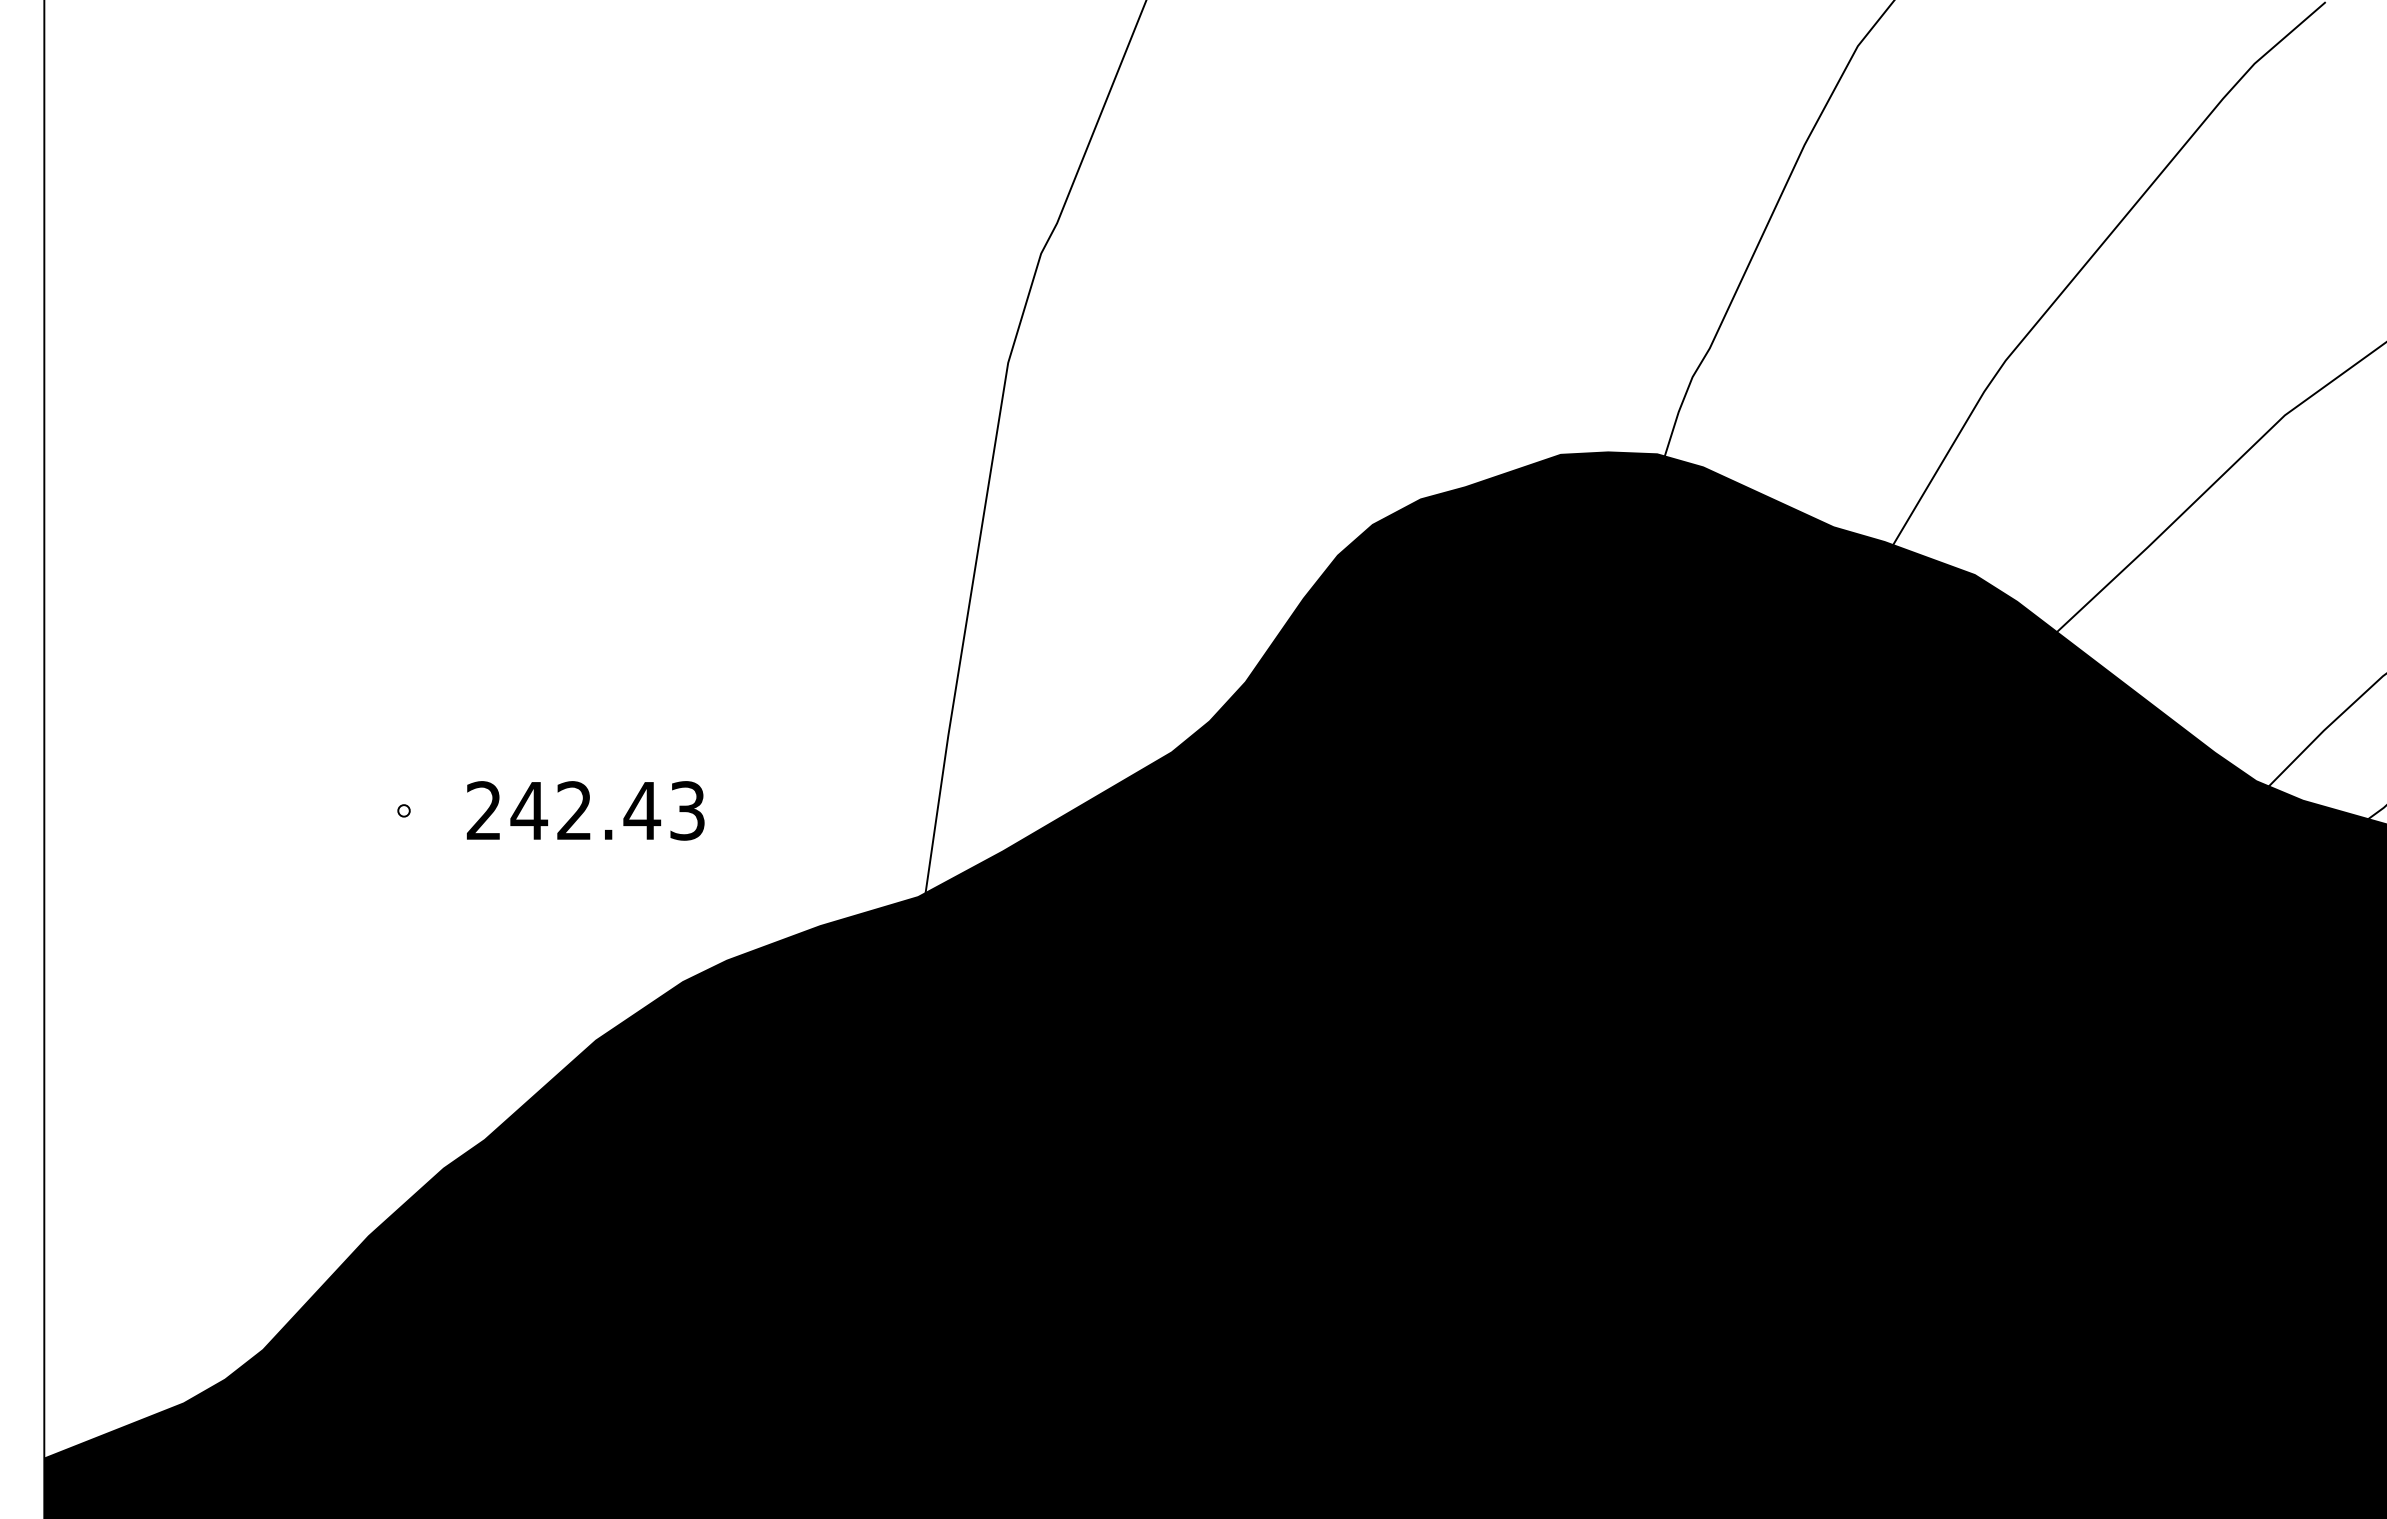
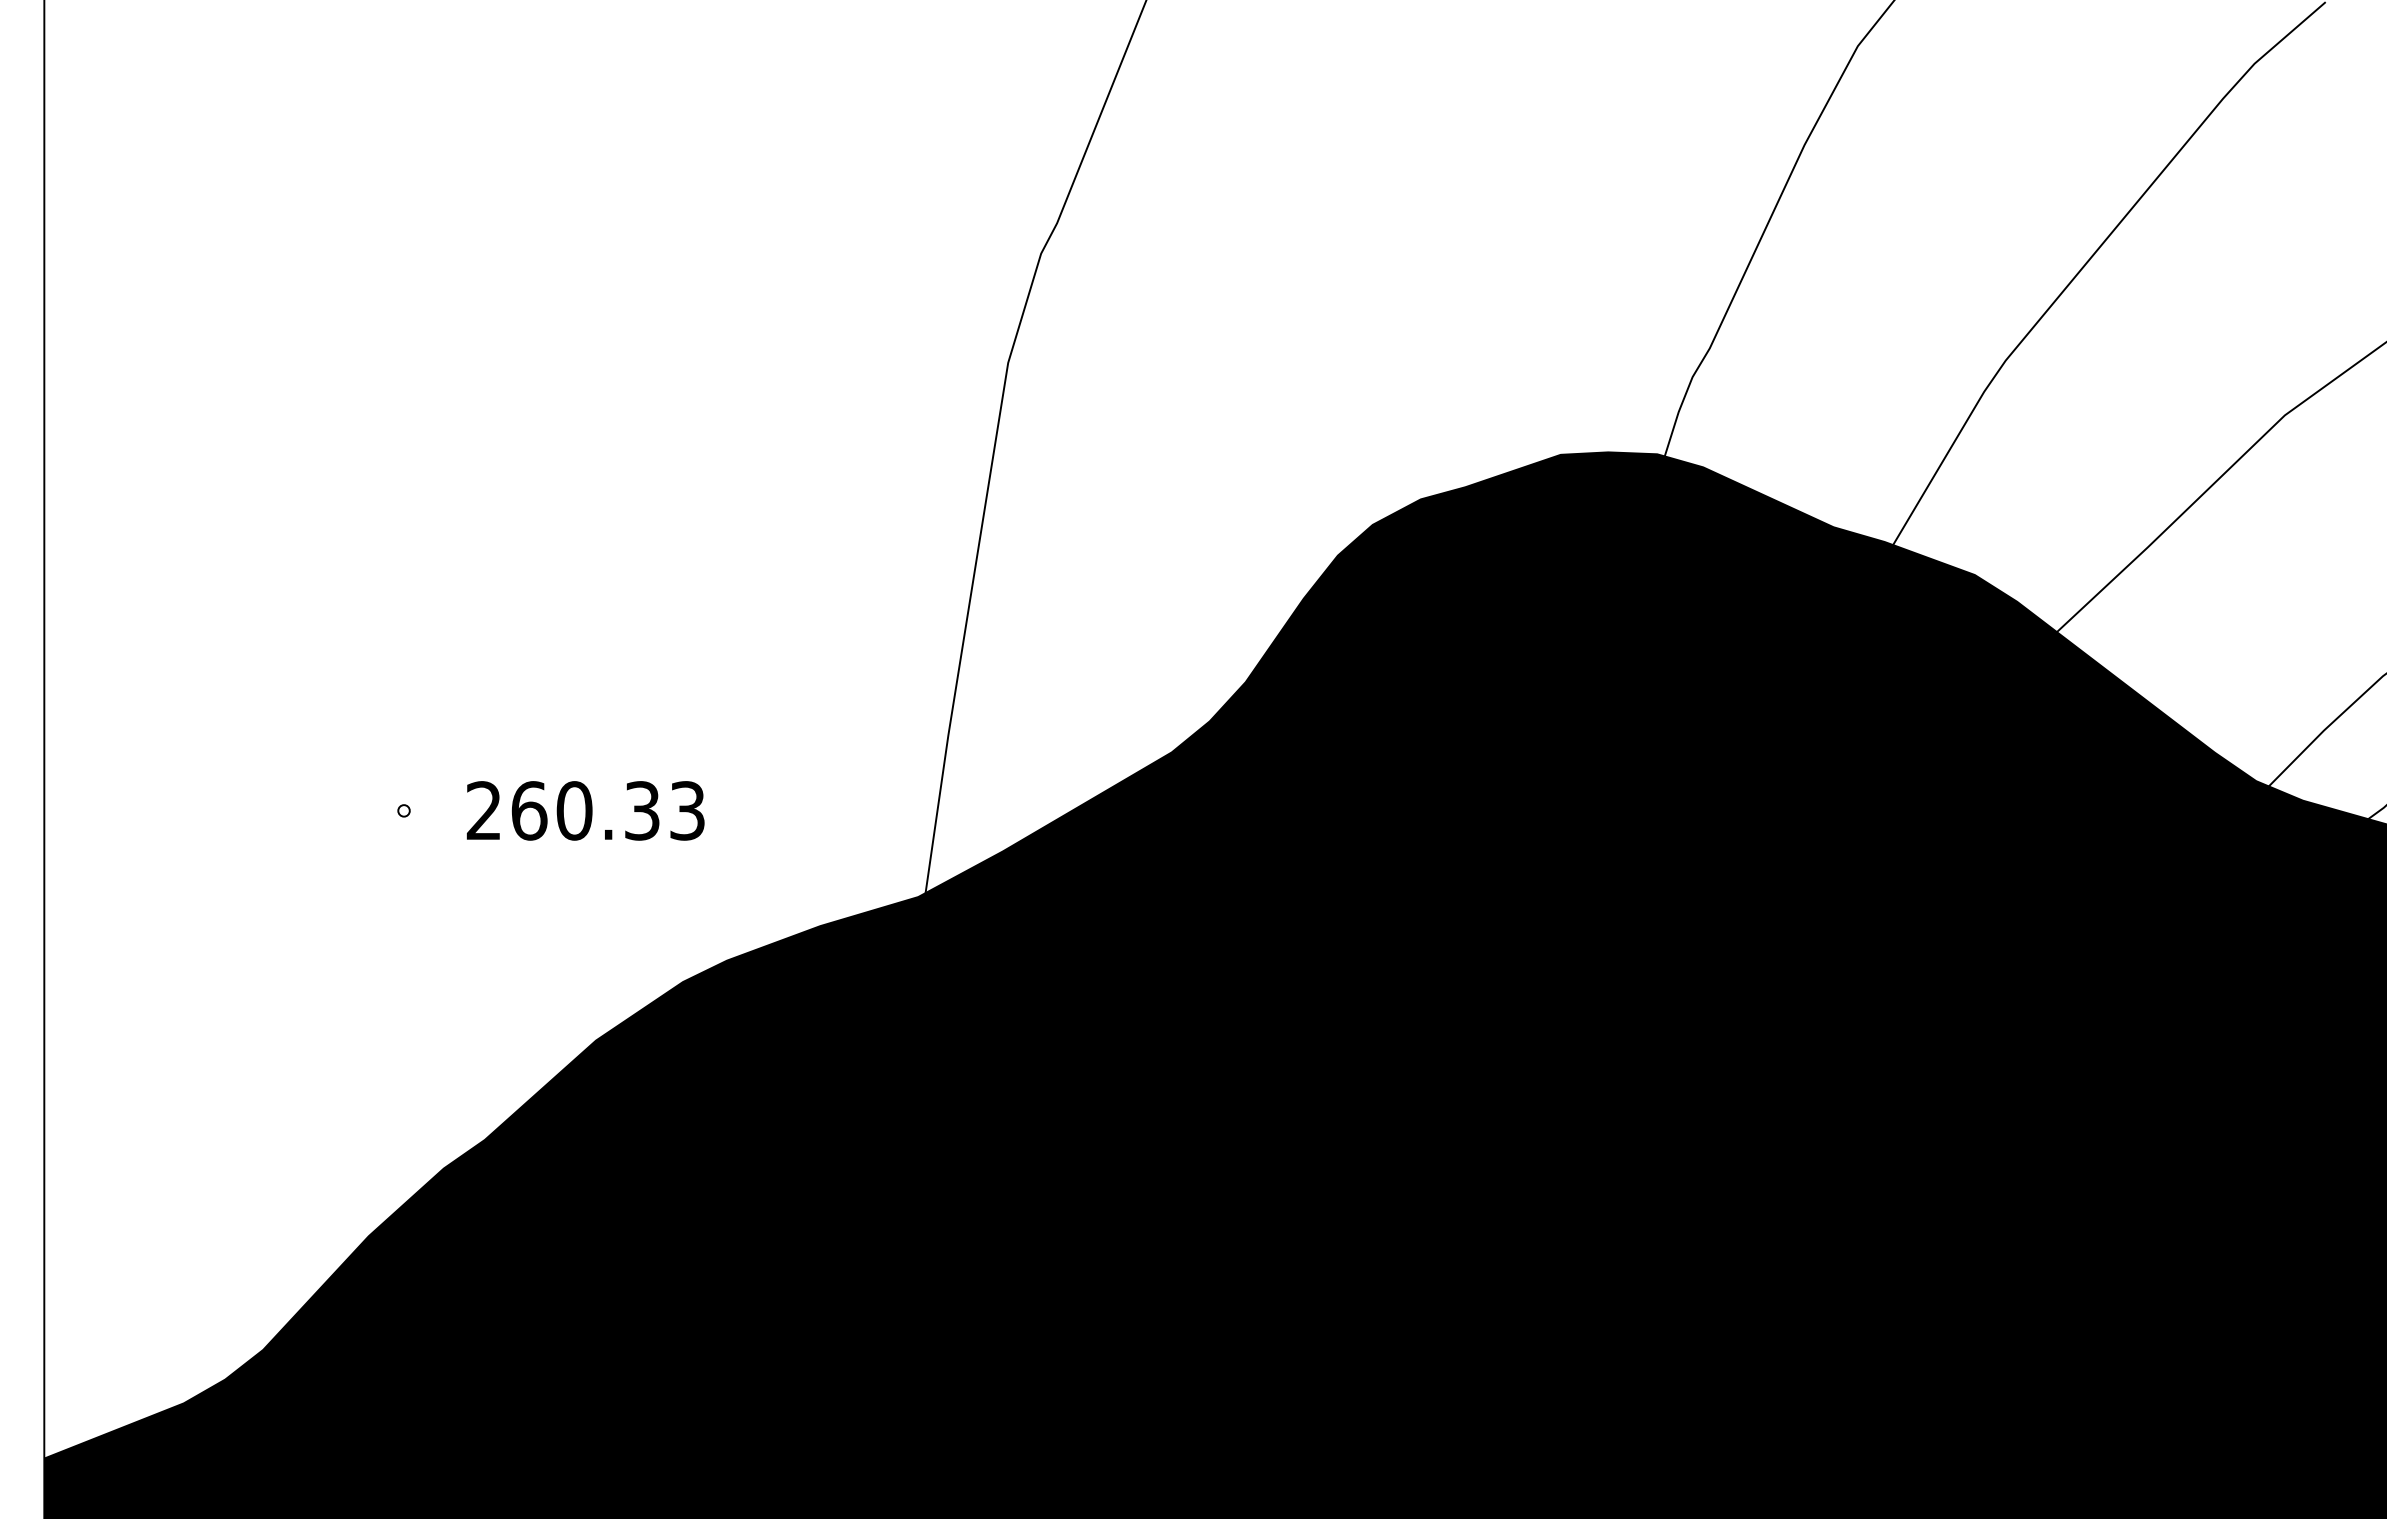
text at (585, 810): 242.43 -> 260.33
